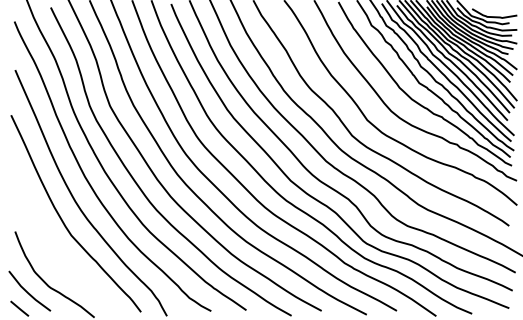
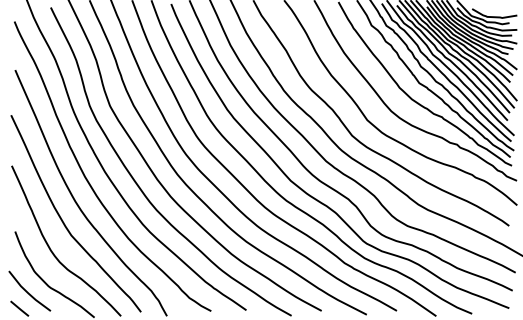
curve at (50, 247): none -> present
